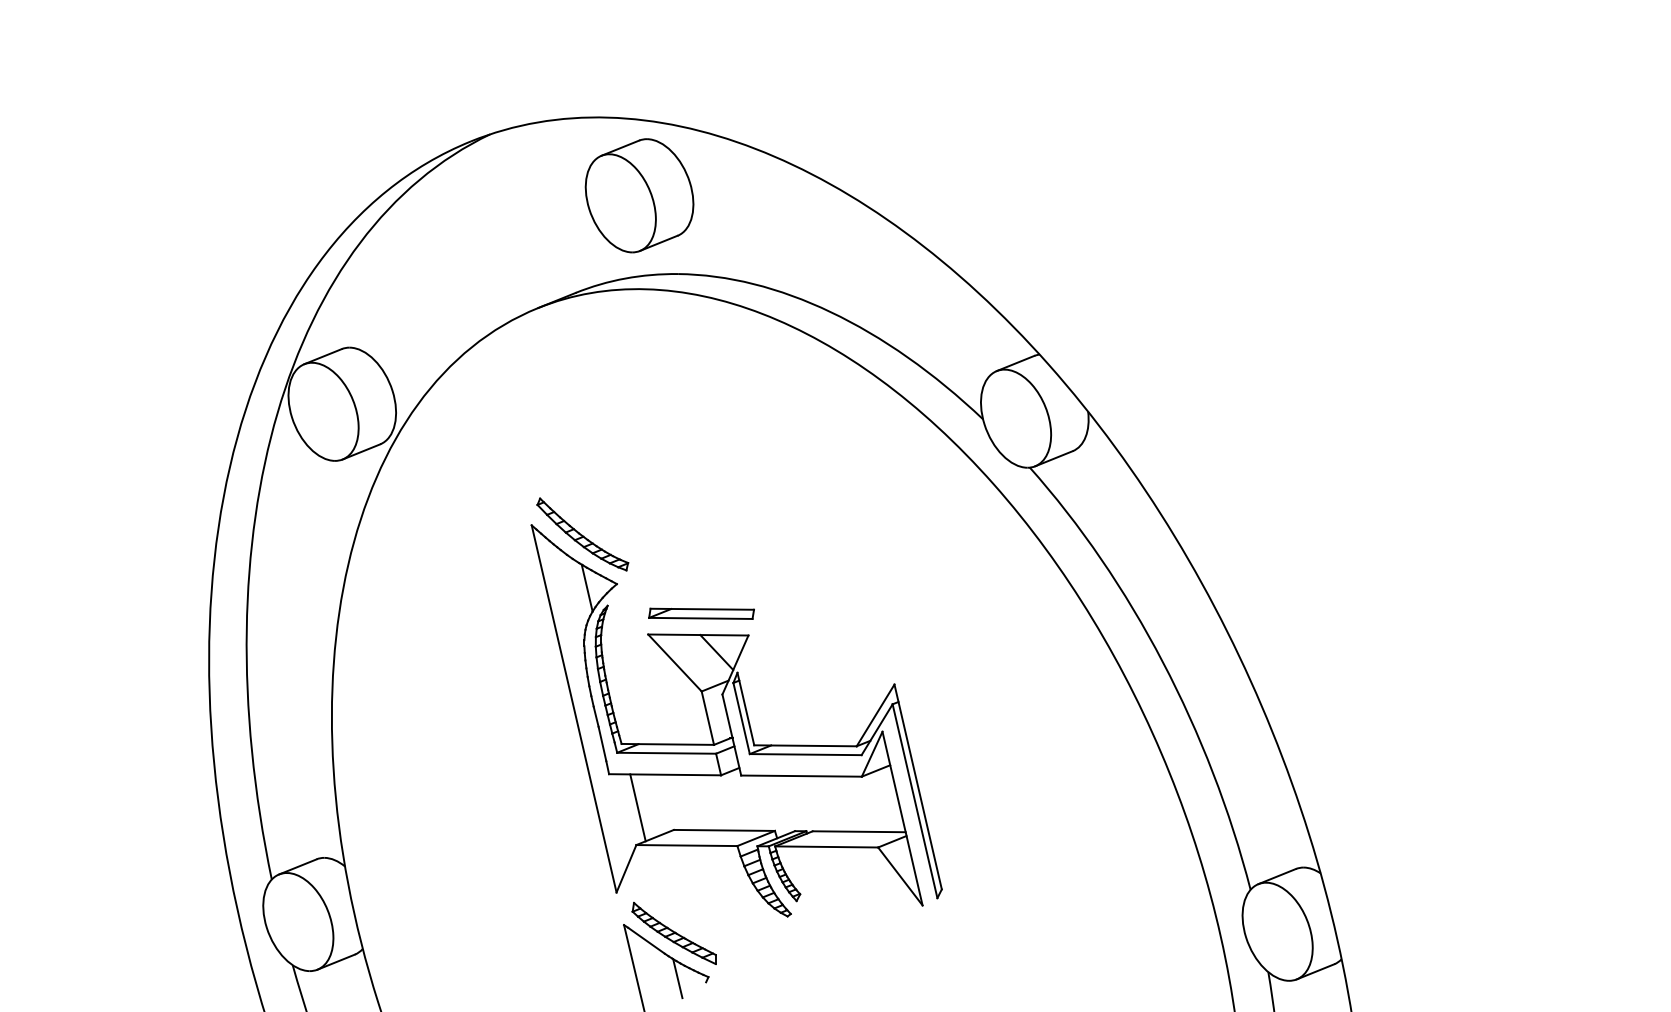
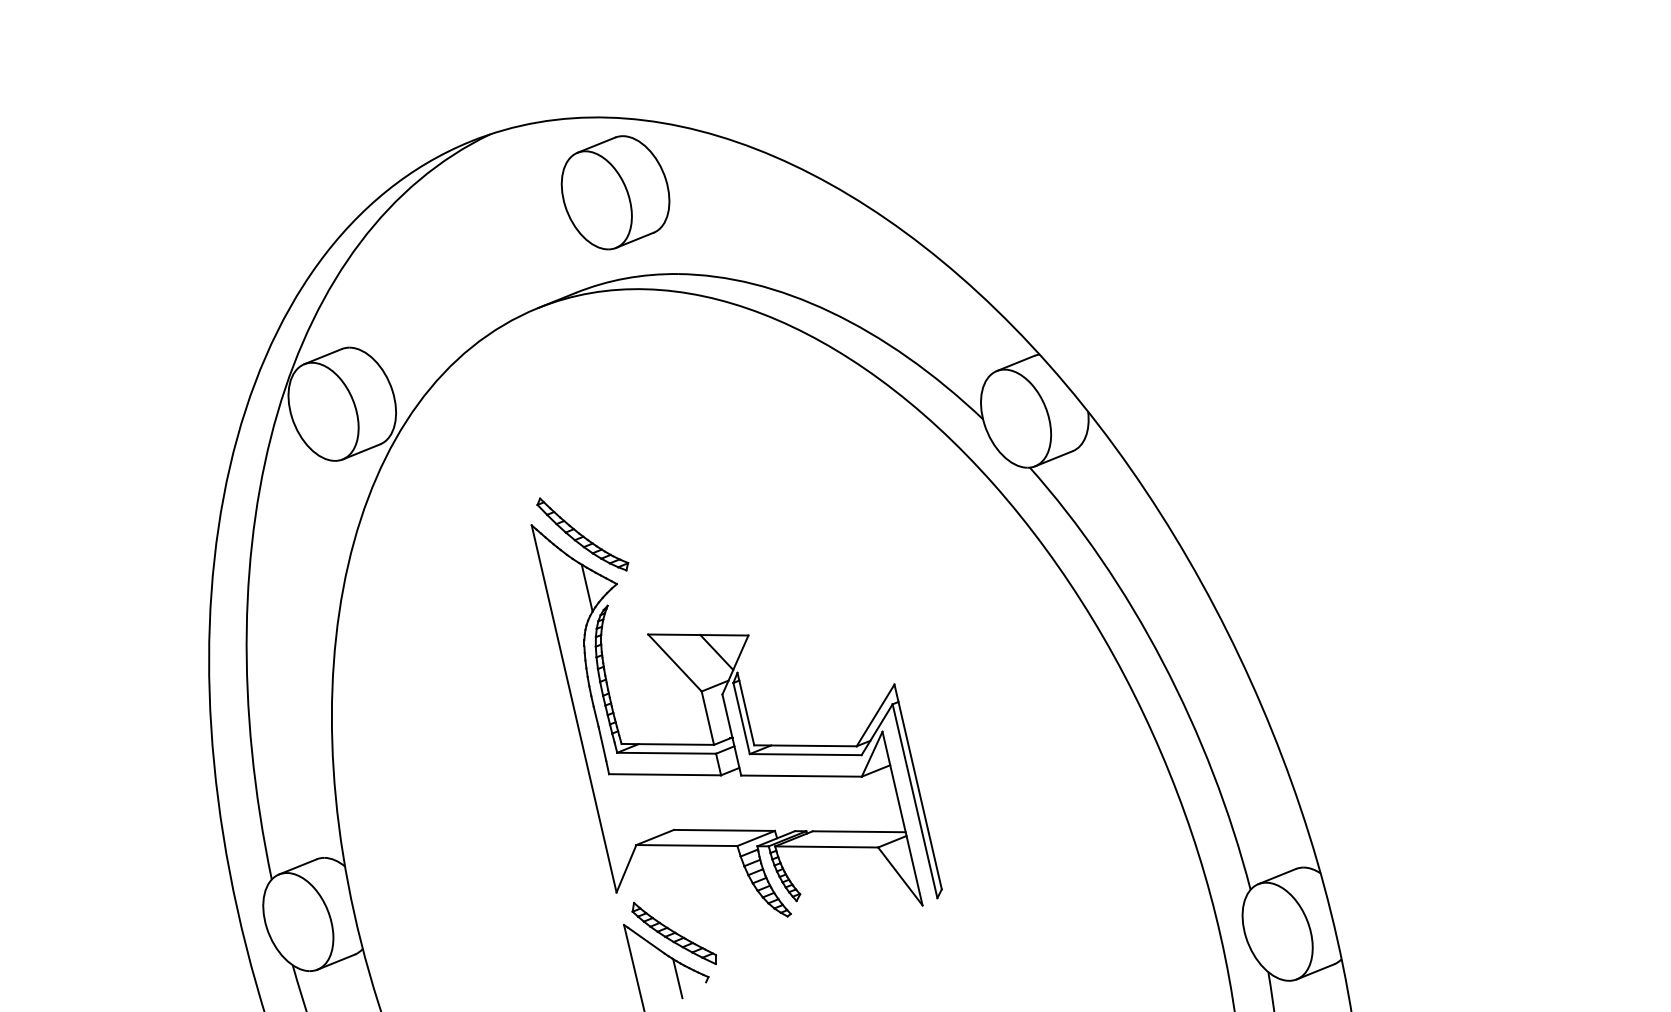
part at (639, 195) position: (639, 195) -> (615, 192)
part at (701, 613): present -> none
line at (637, 807): present -> none
